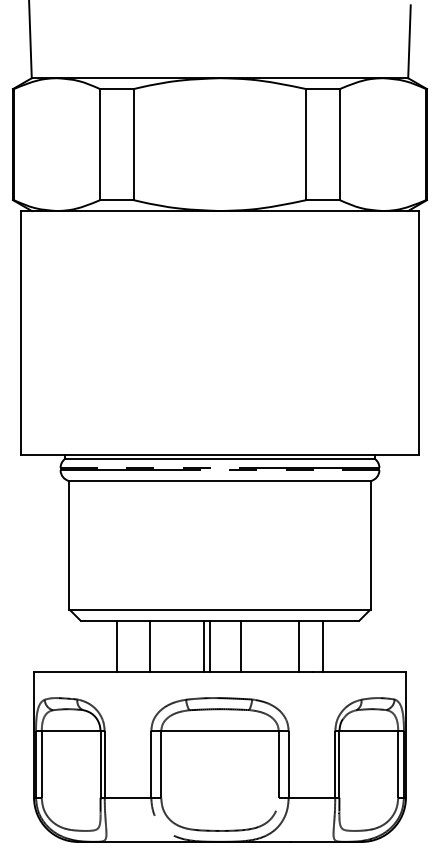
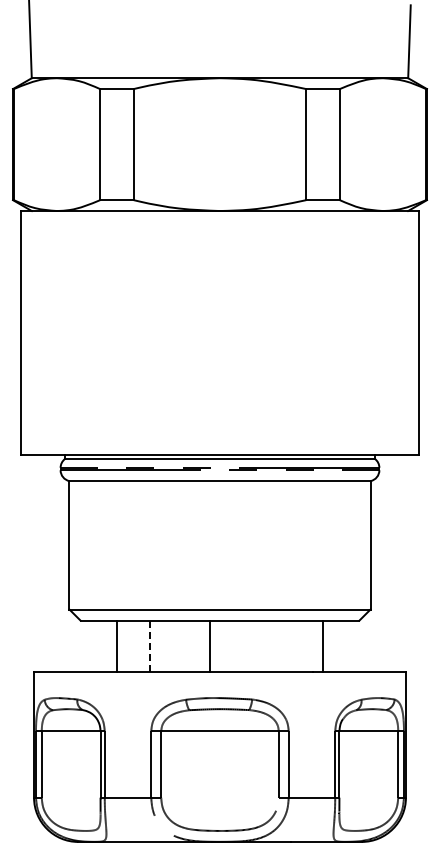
line at (150, 645): solid -> dashed
line at (204, 645): present -> none
line at (241, 645): present -> none
line at (298, 645): present -> none
